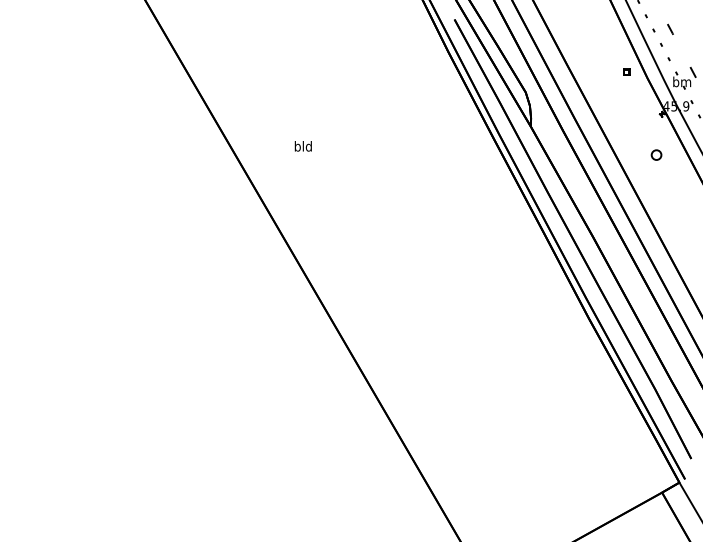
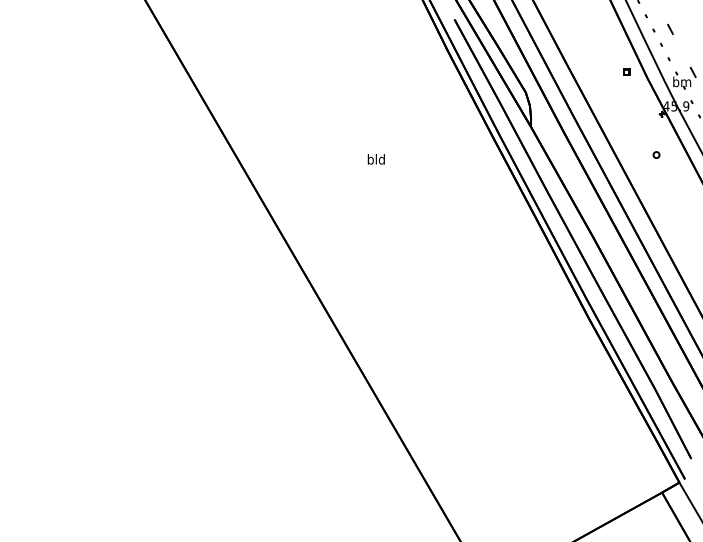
text at (302, 146) position: (302, 146) -> (375, 159)
part at (656, 154) size: 13x12 px -> 9x8 px
